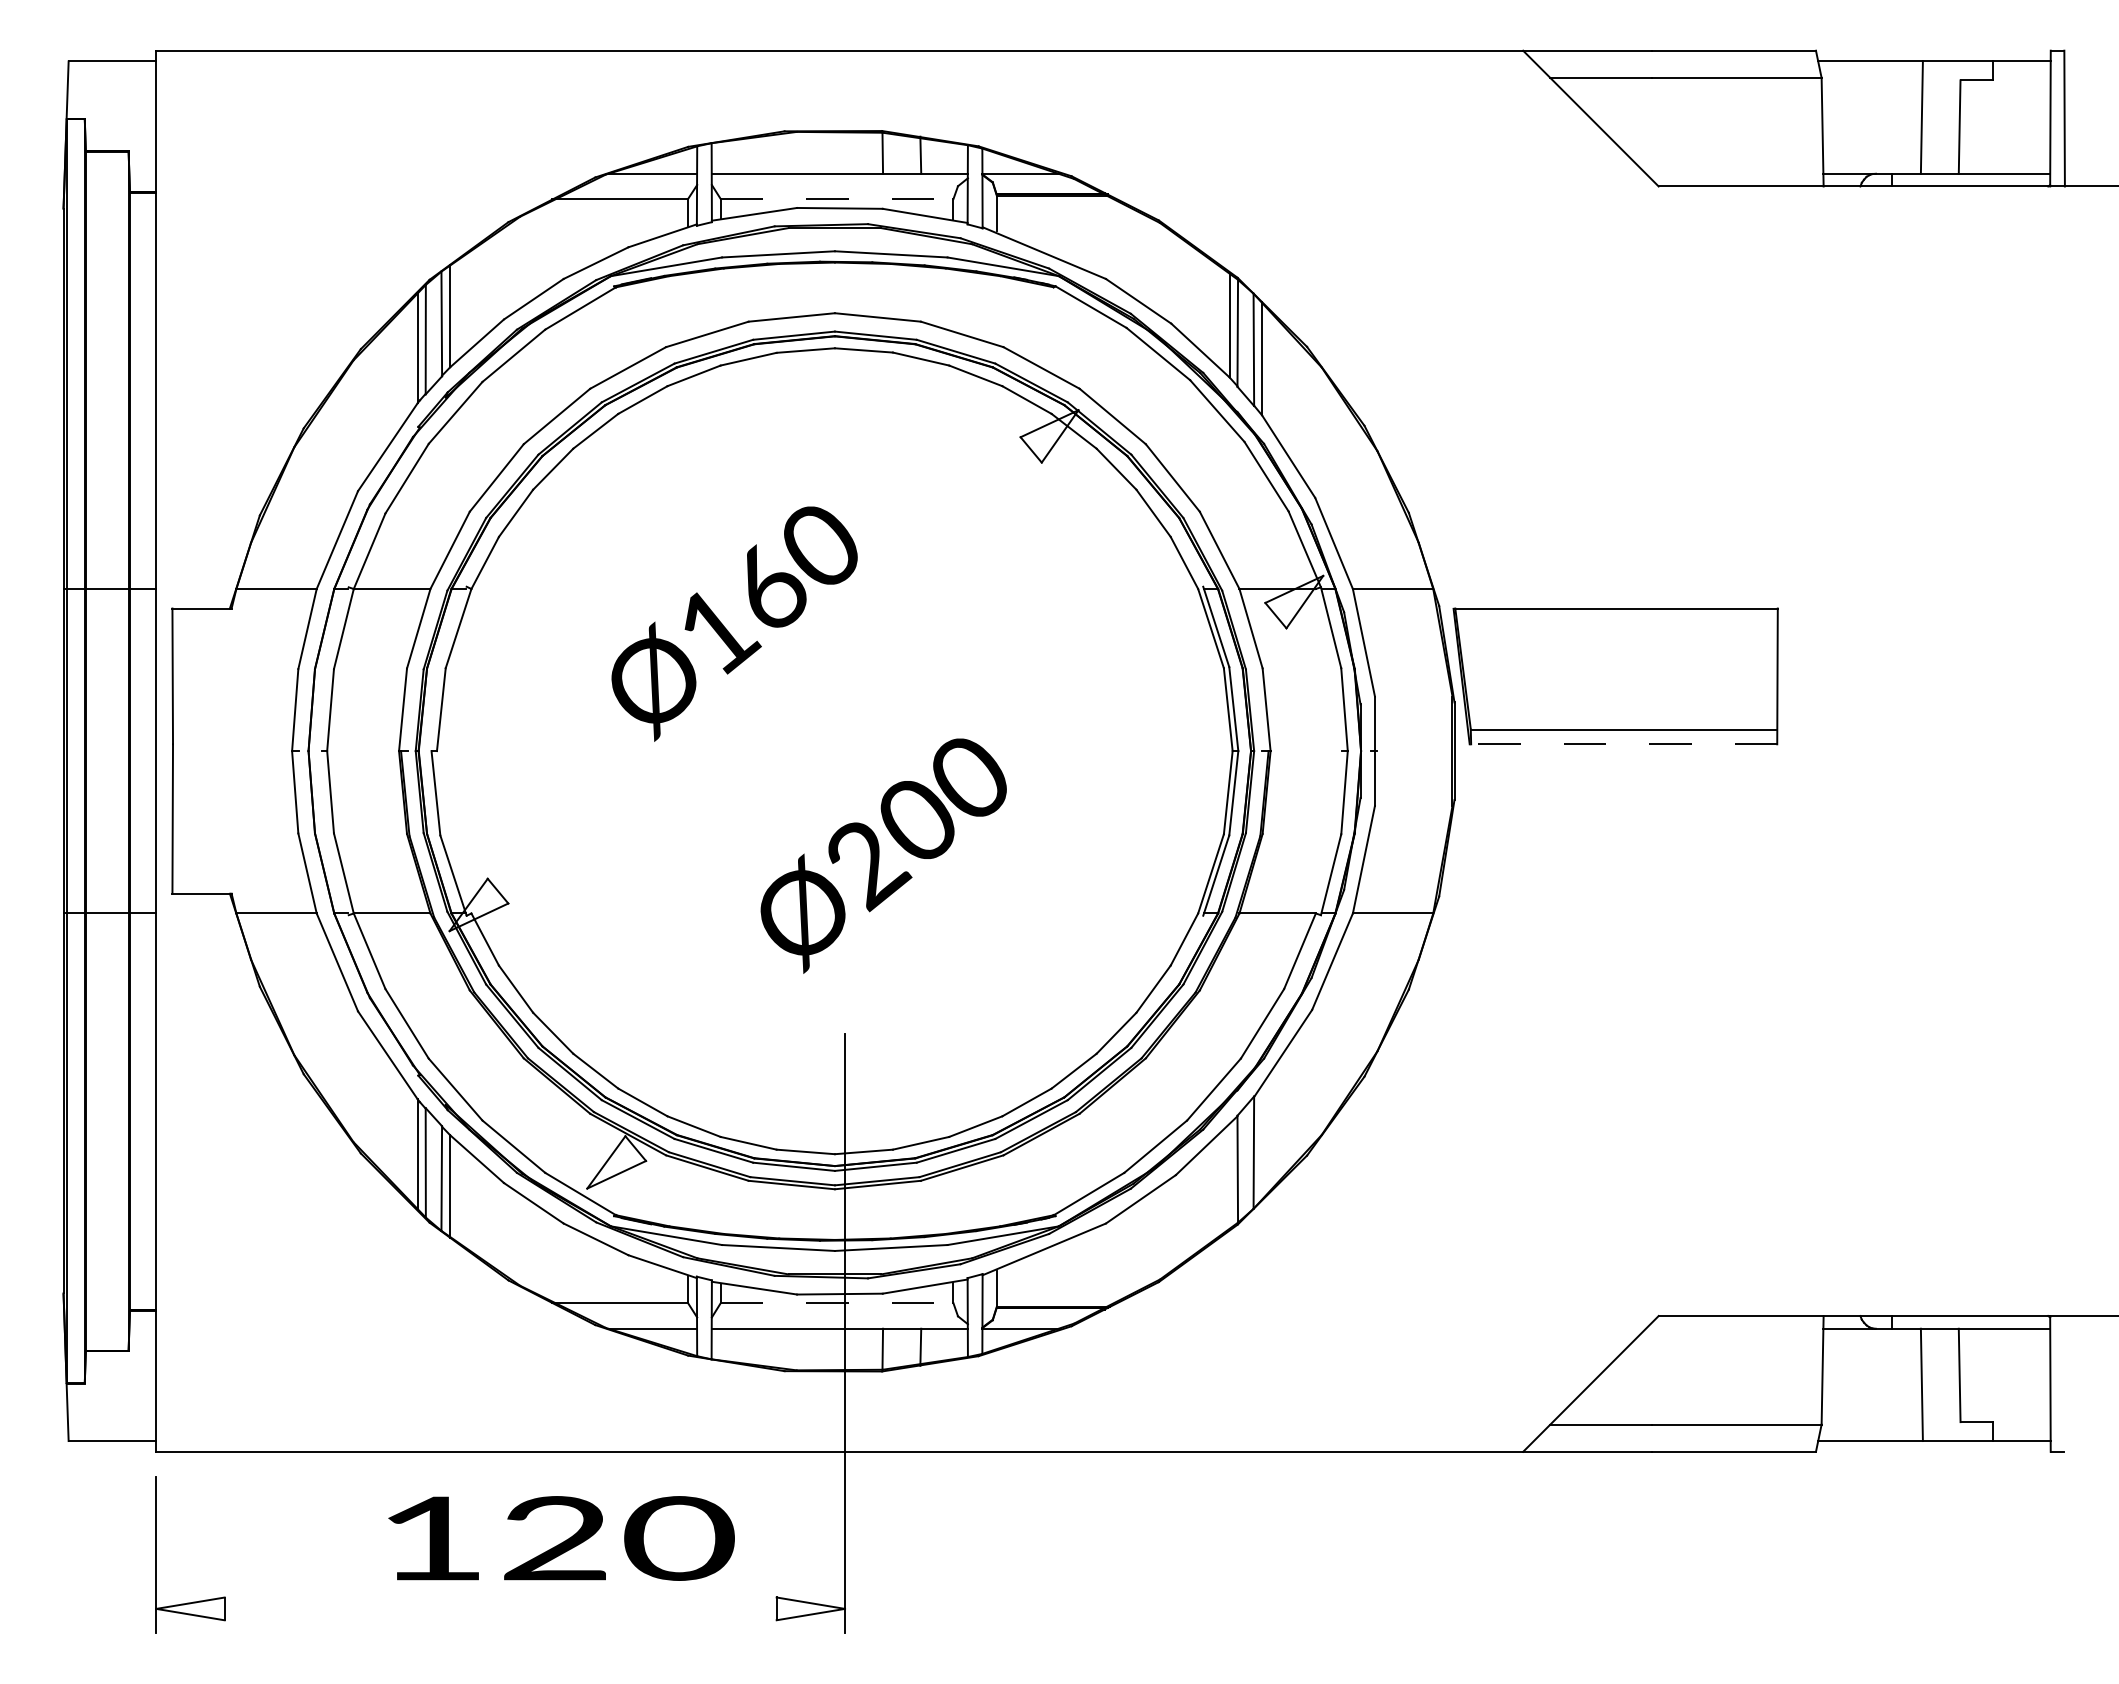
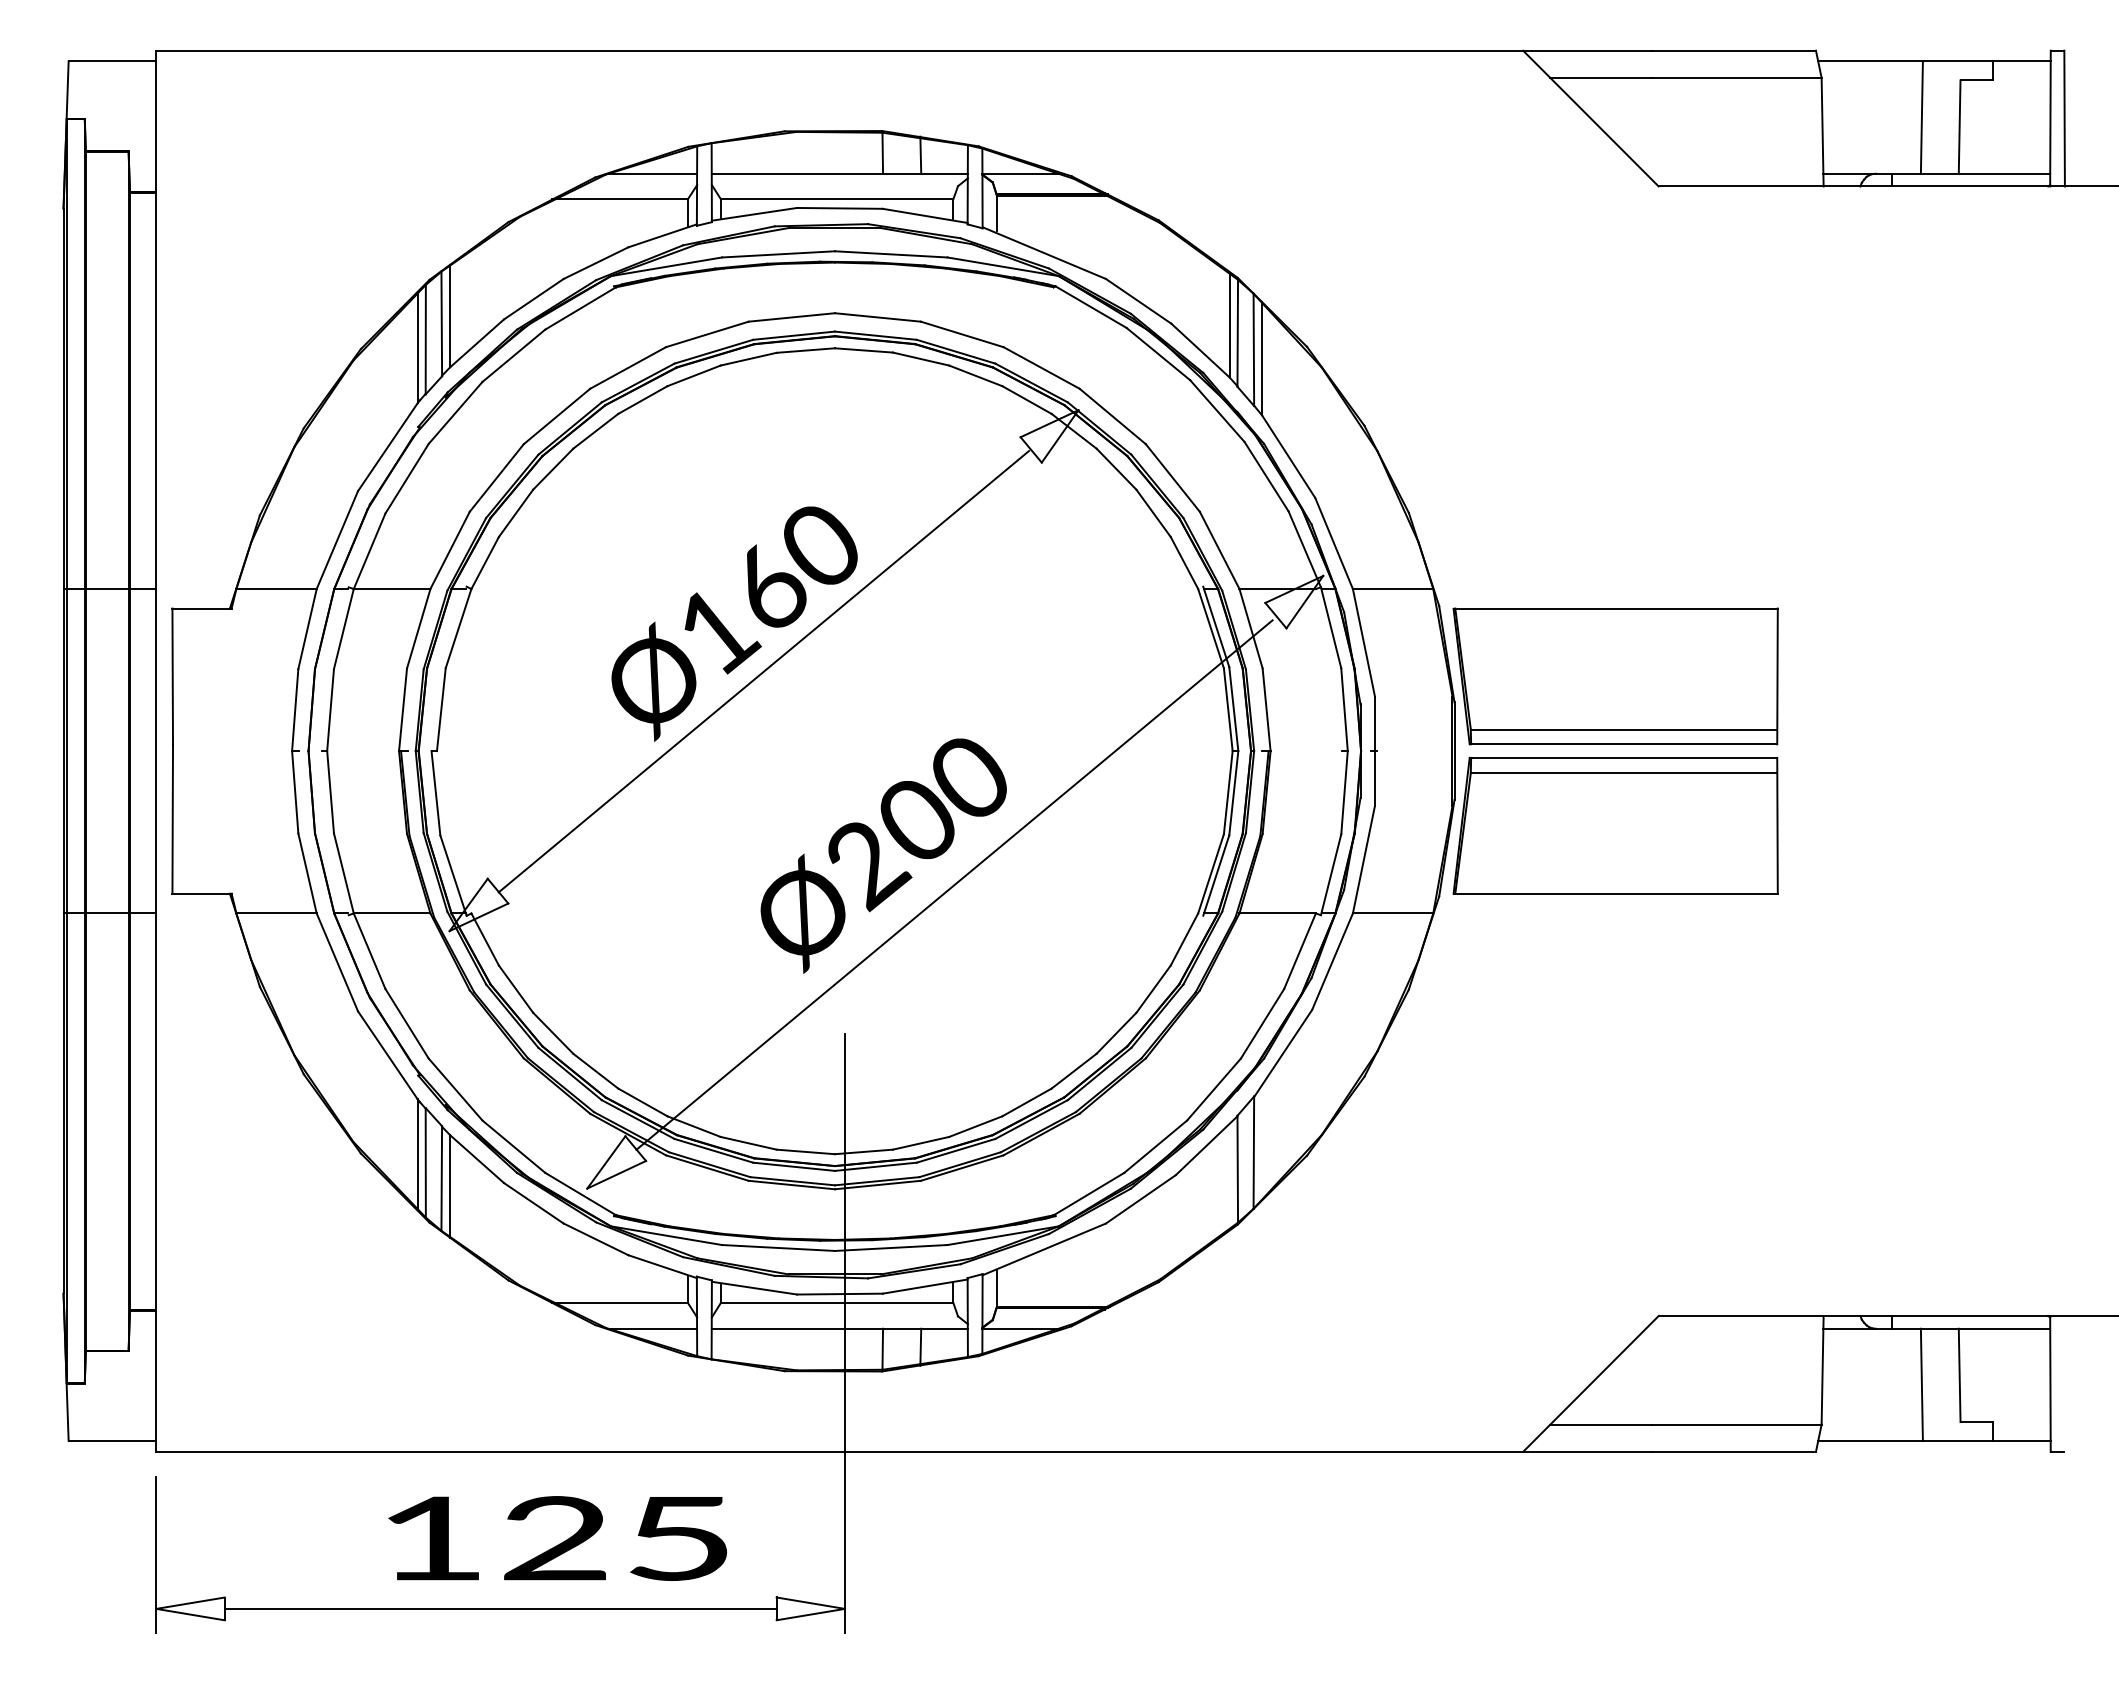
line at (837, 198): dashed -> solid
line at (763, 671): none -> present
line at (1623, 744): dashed -> solid
part at (1615, 825): none -> present
line at (954, 884): none -> present
line at (837, 1303): dashed -> solid
text at (679, 1538): 120 -> 125
line at (500, 1608): none -> present
